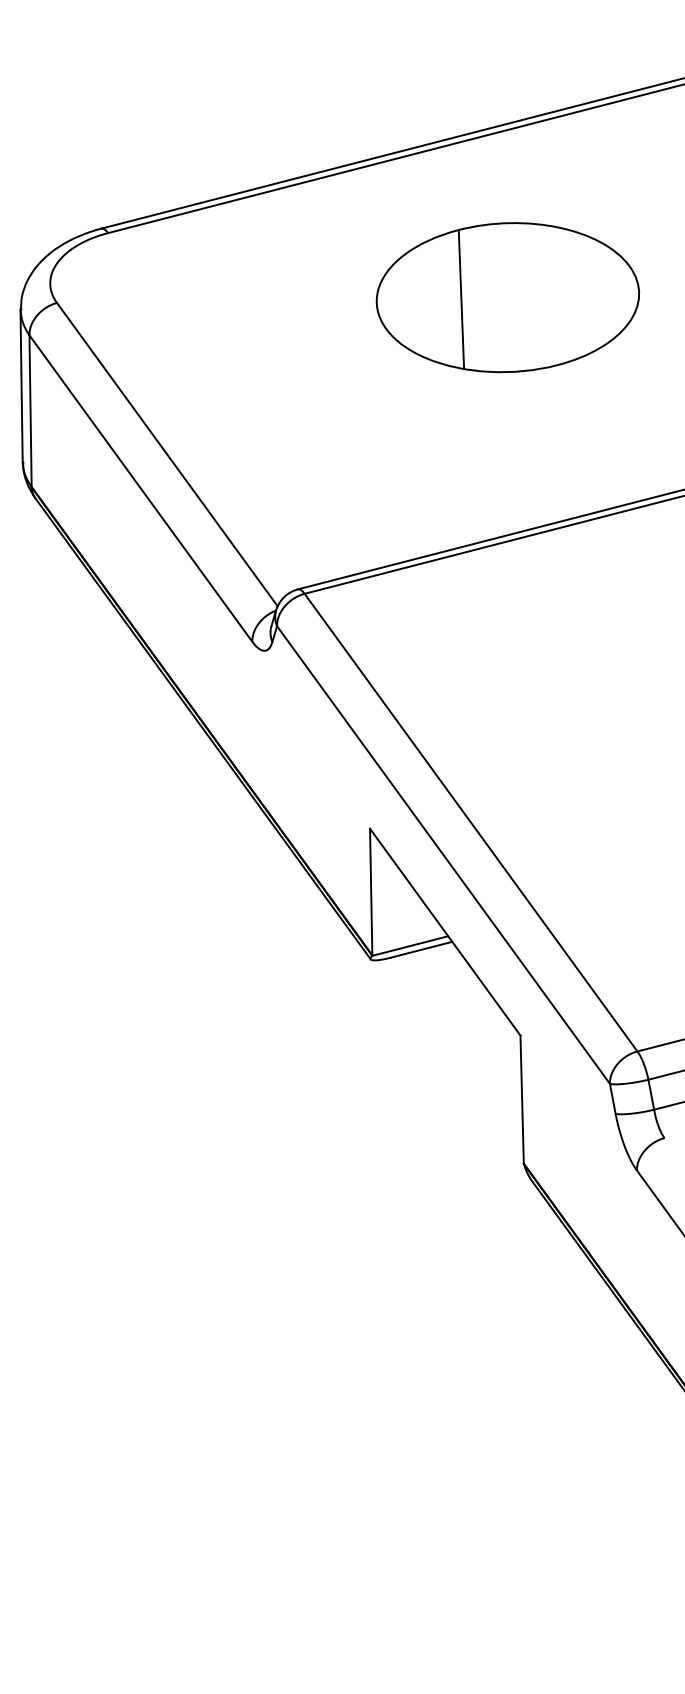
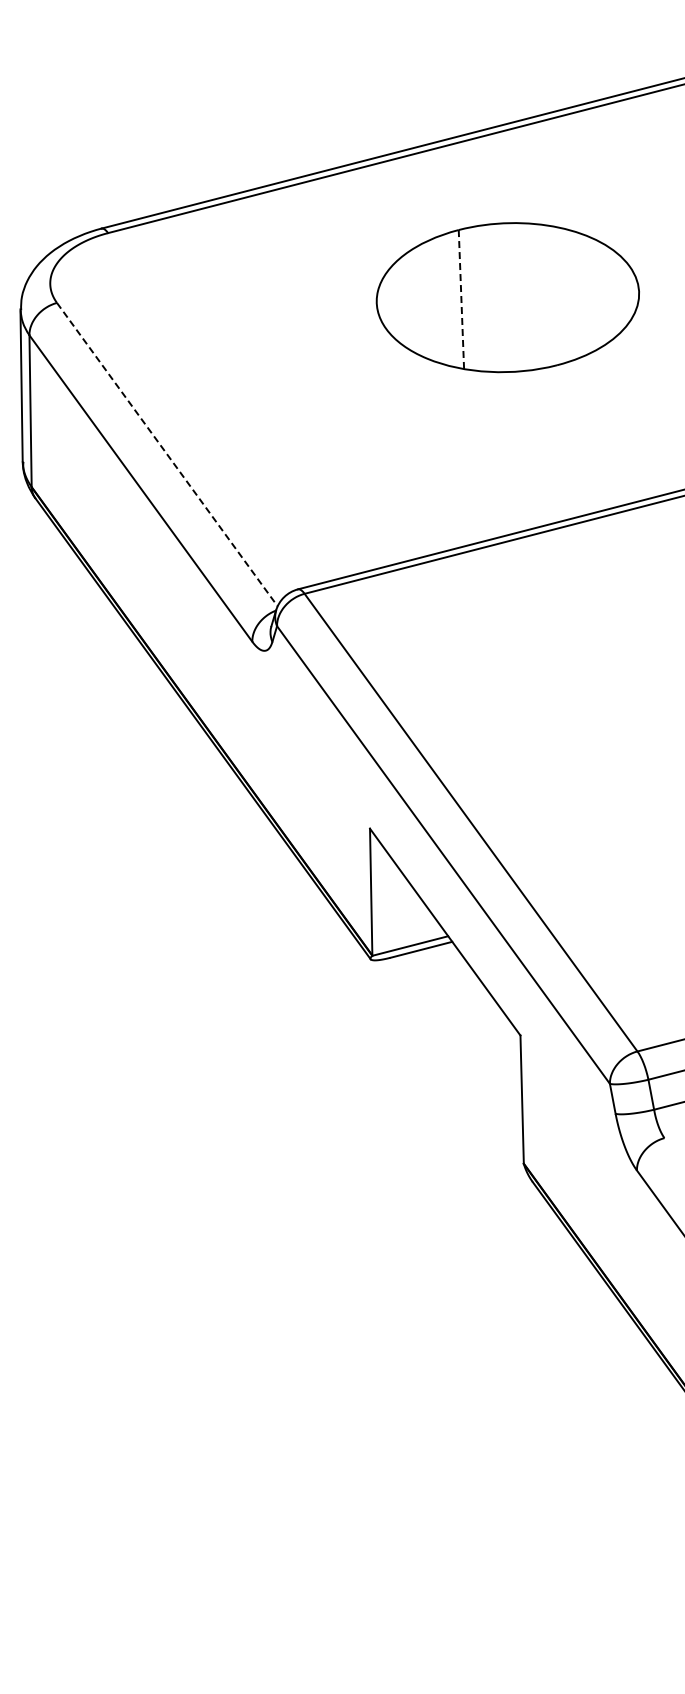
line at (461, 299): solid -> dashed
line at (167, 454): solid -> dashed
